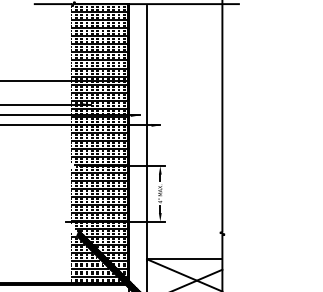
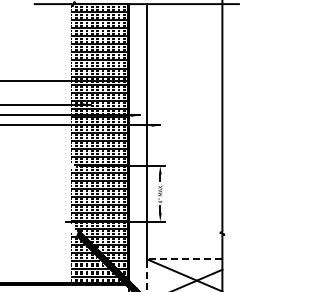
line at (167, 259): solid -> dashed
